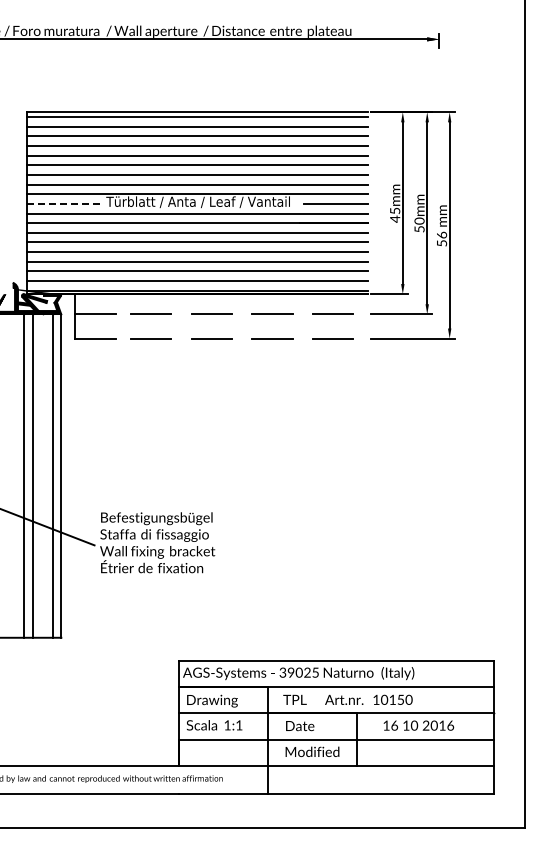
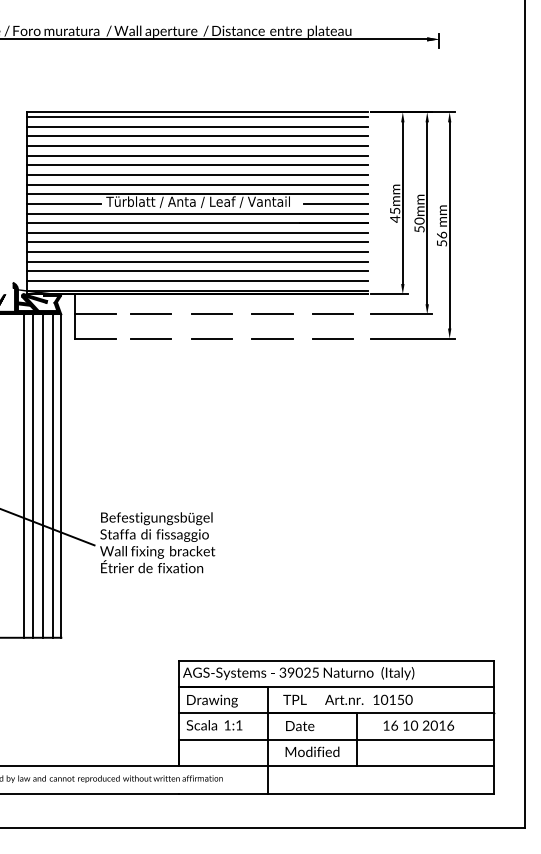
line at (63, 203): dashed -> solid
line at (42, 475): none -> present
